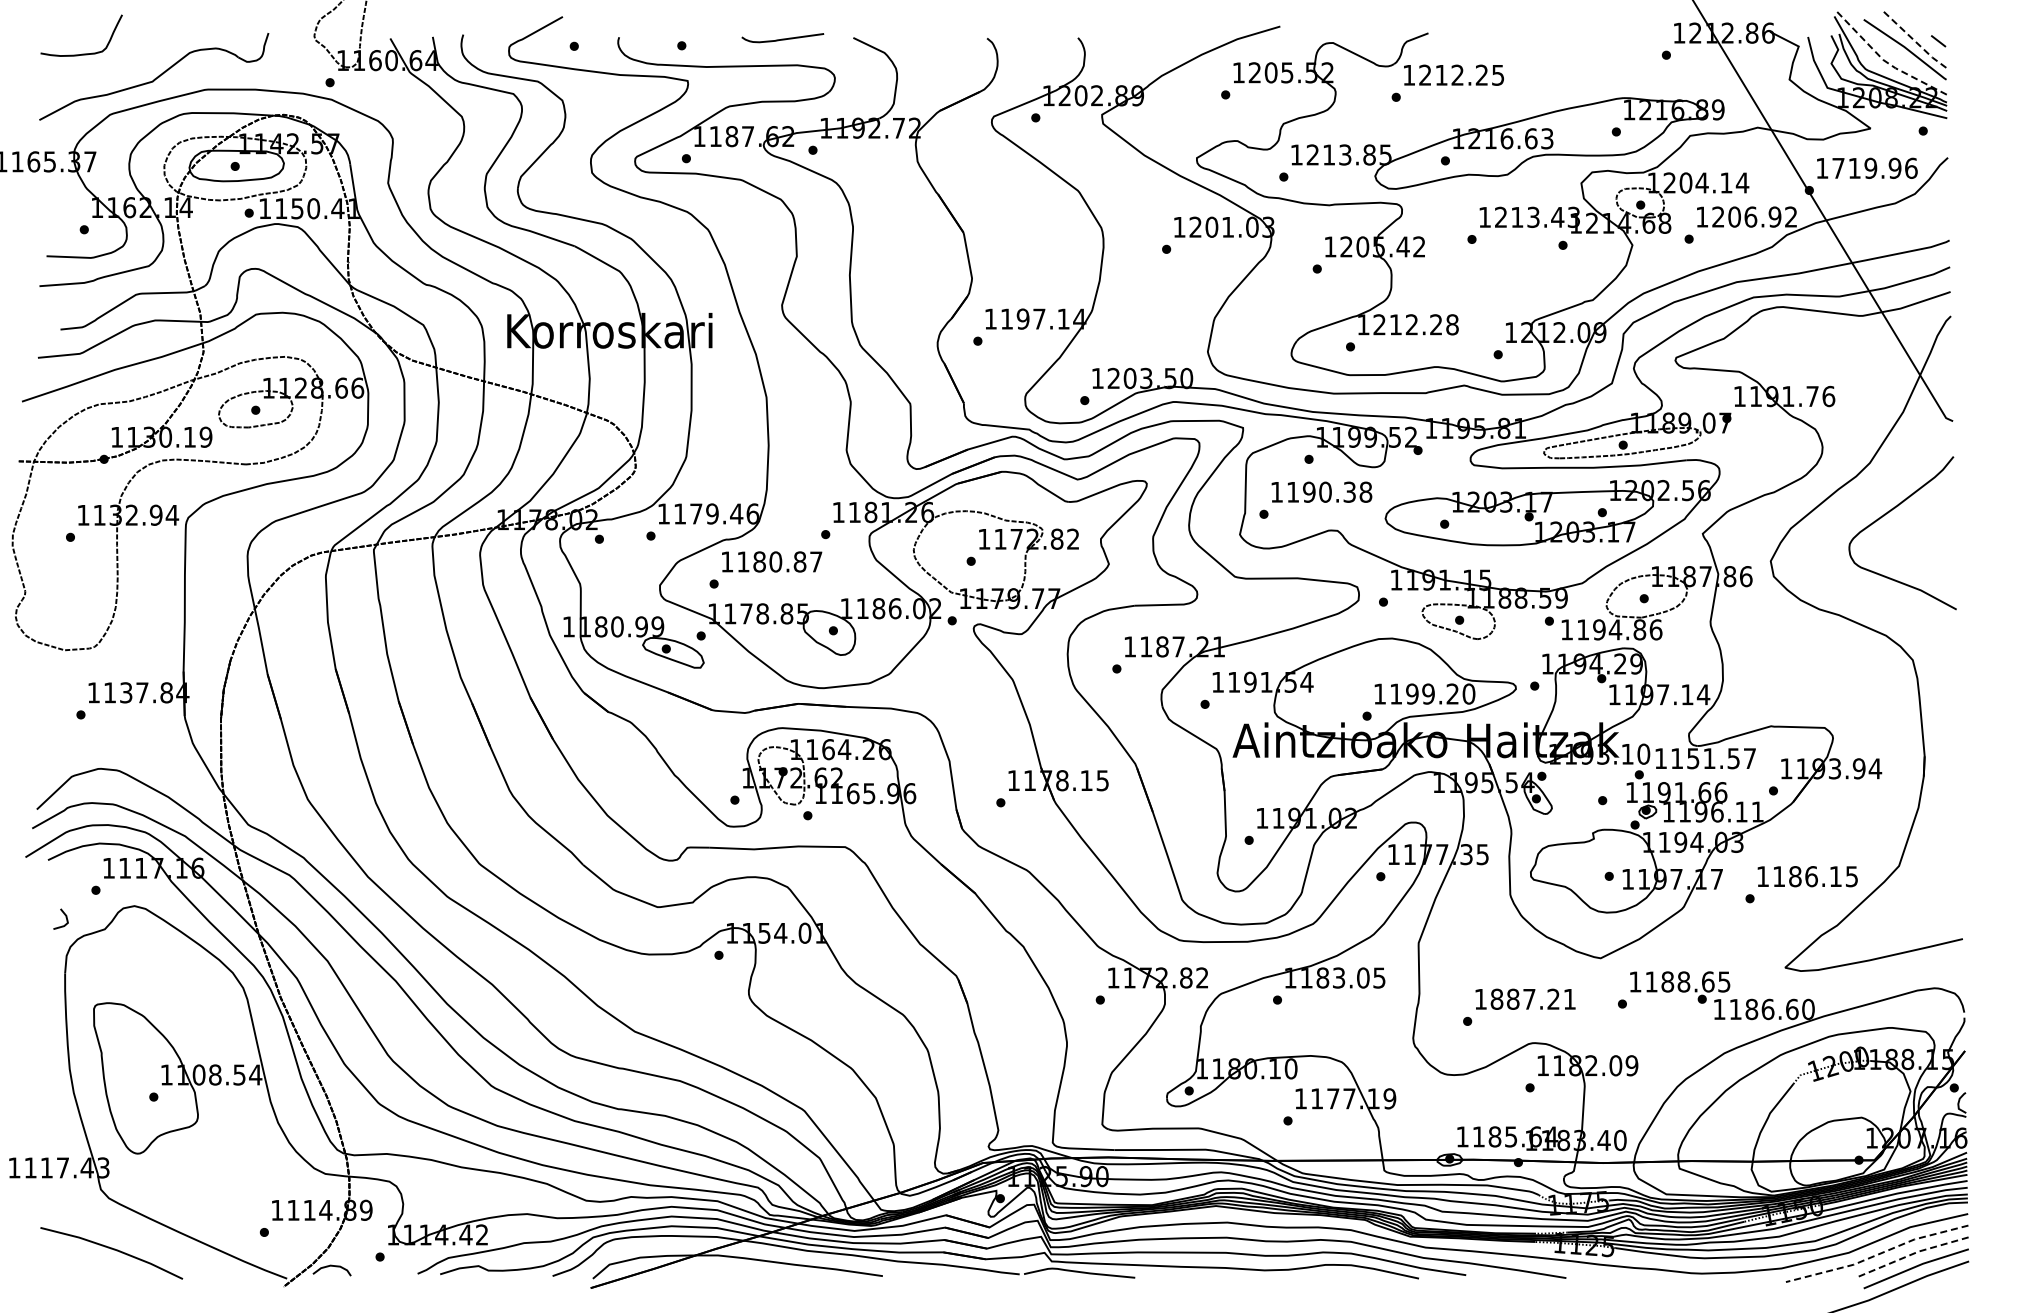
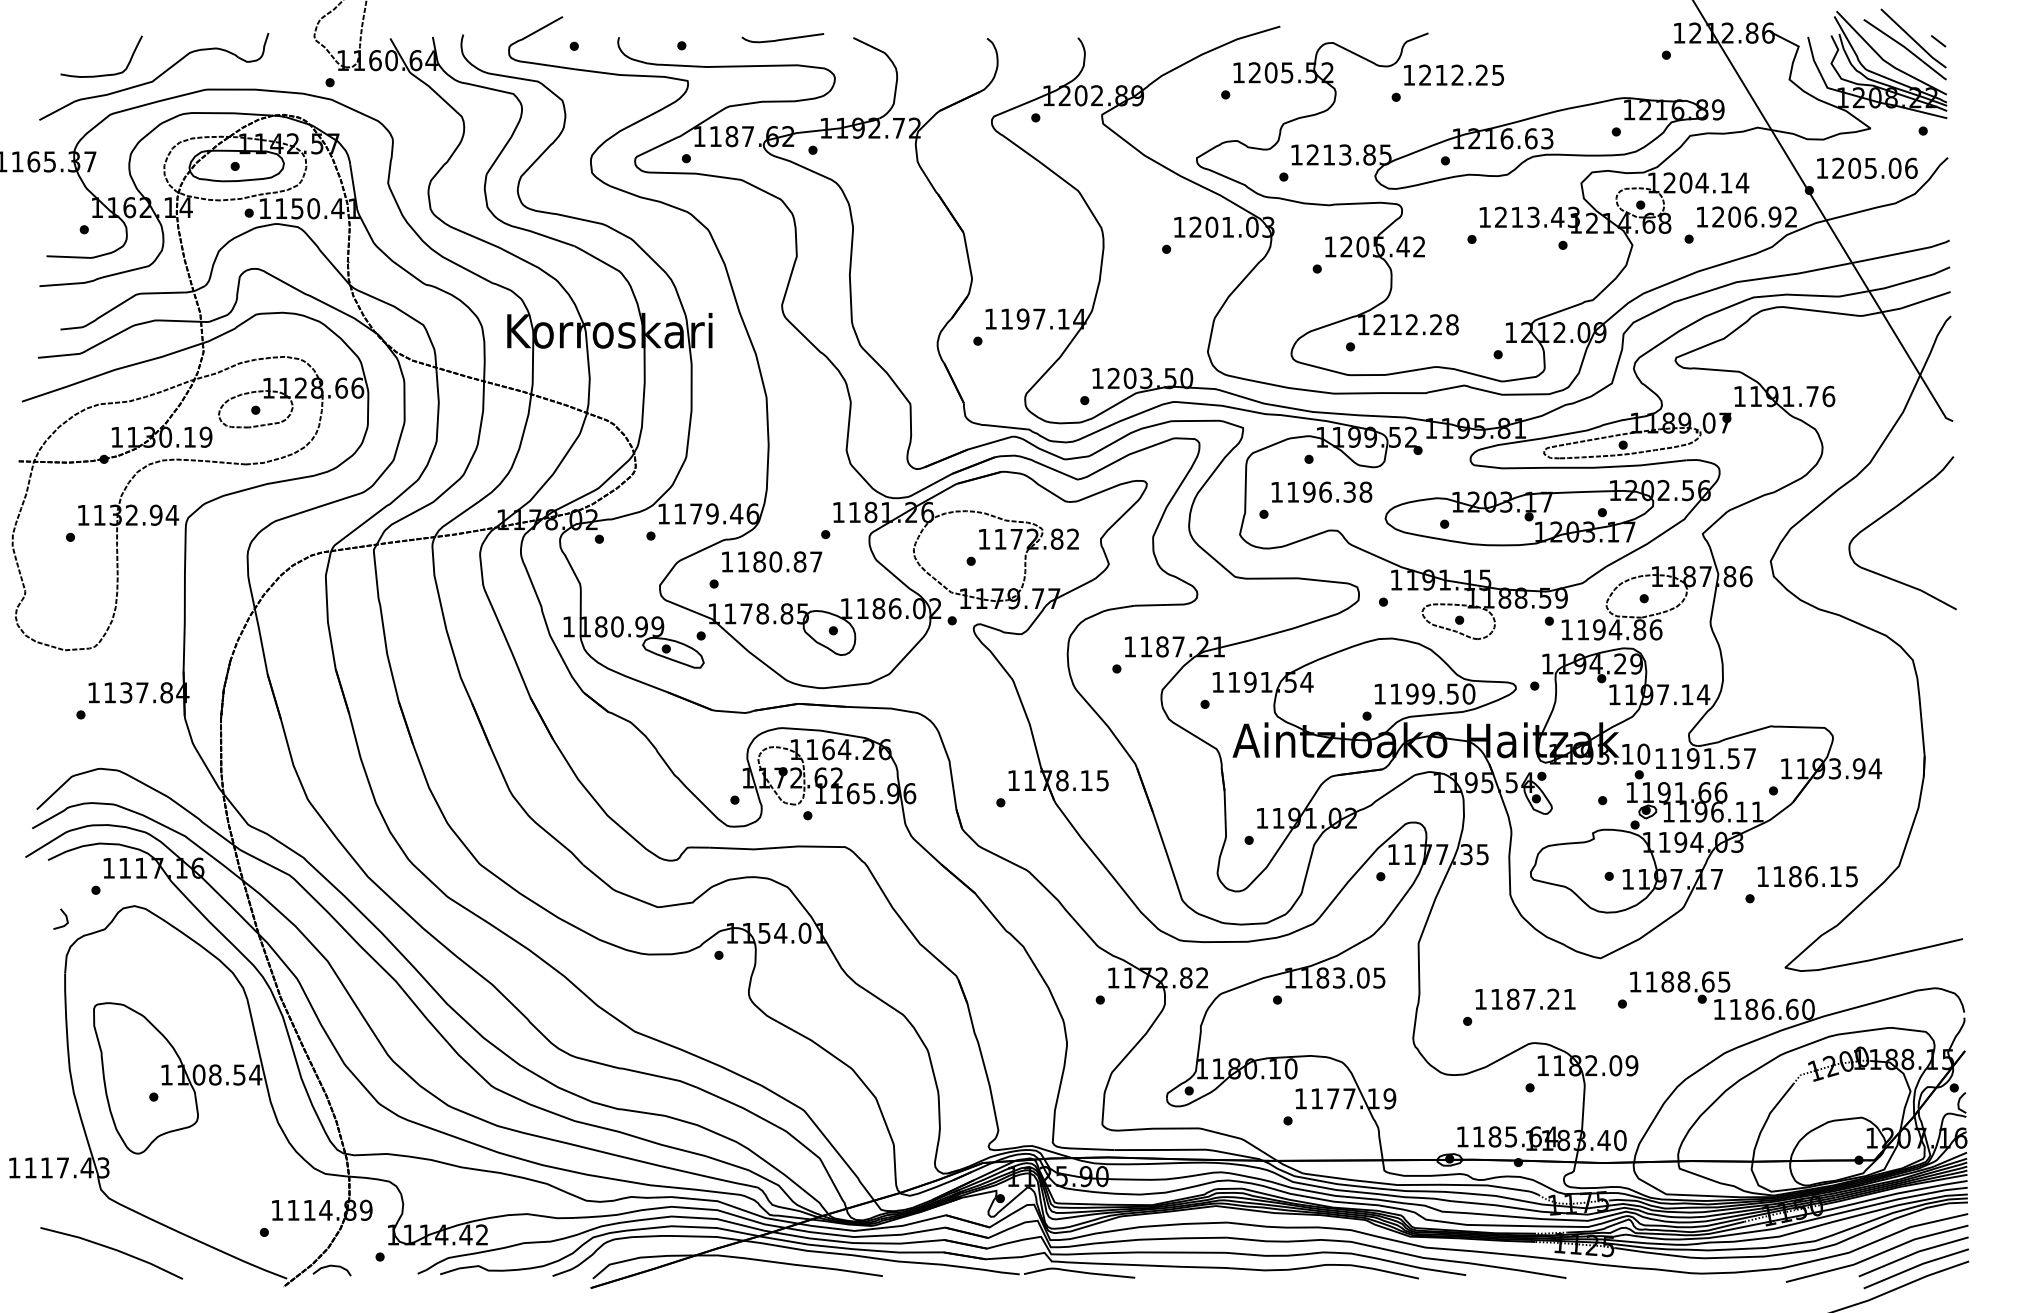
line at (1913, 39): dashed -> solid
curve at (82, 53) position: (82, 53) -> (102, 74)
line at (1884, 61): dashed -> solid
text at (1866, 167): 1719.96 -> 1205.06
text at (1325, 491): 1190.38 -> 1196.38
text at (1452, 693): 1199.20 -> 1199.50
text at (1693, 758): 1151.57 -> 1191.57
text at (1496, 998): 1887.21 -> 1187.21
line at (1912, 1254): dashed -> solid
line at (1876, 1255): dashed -> solid
